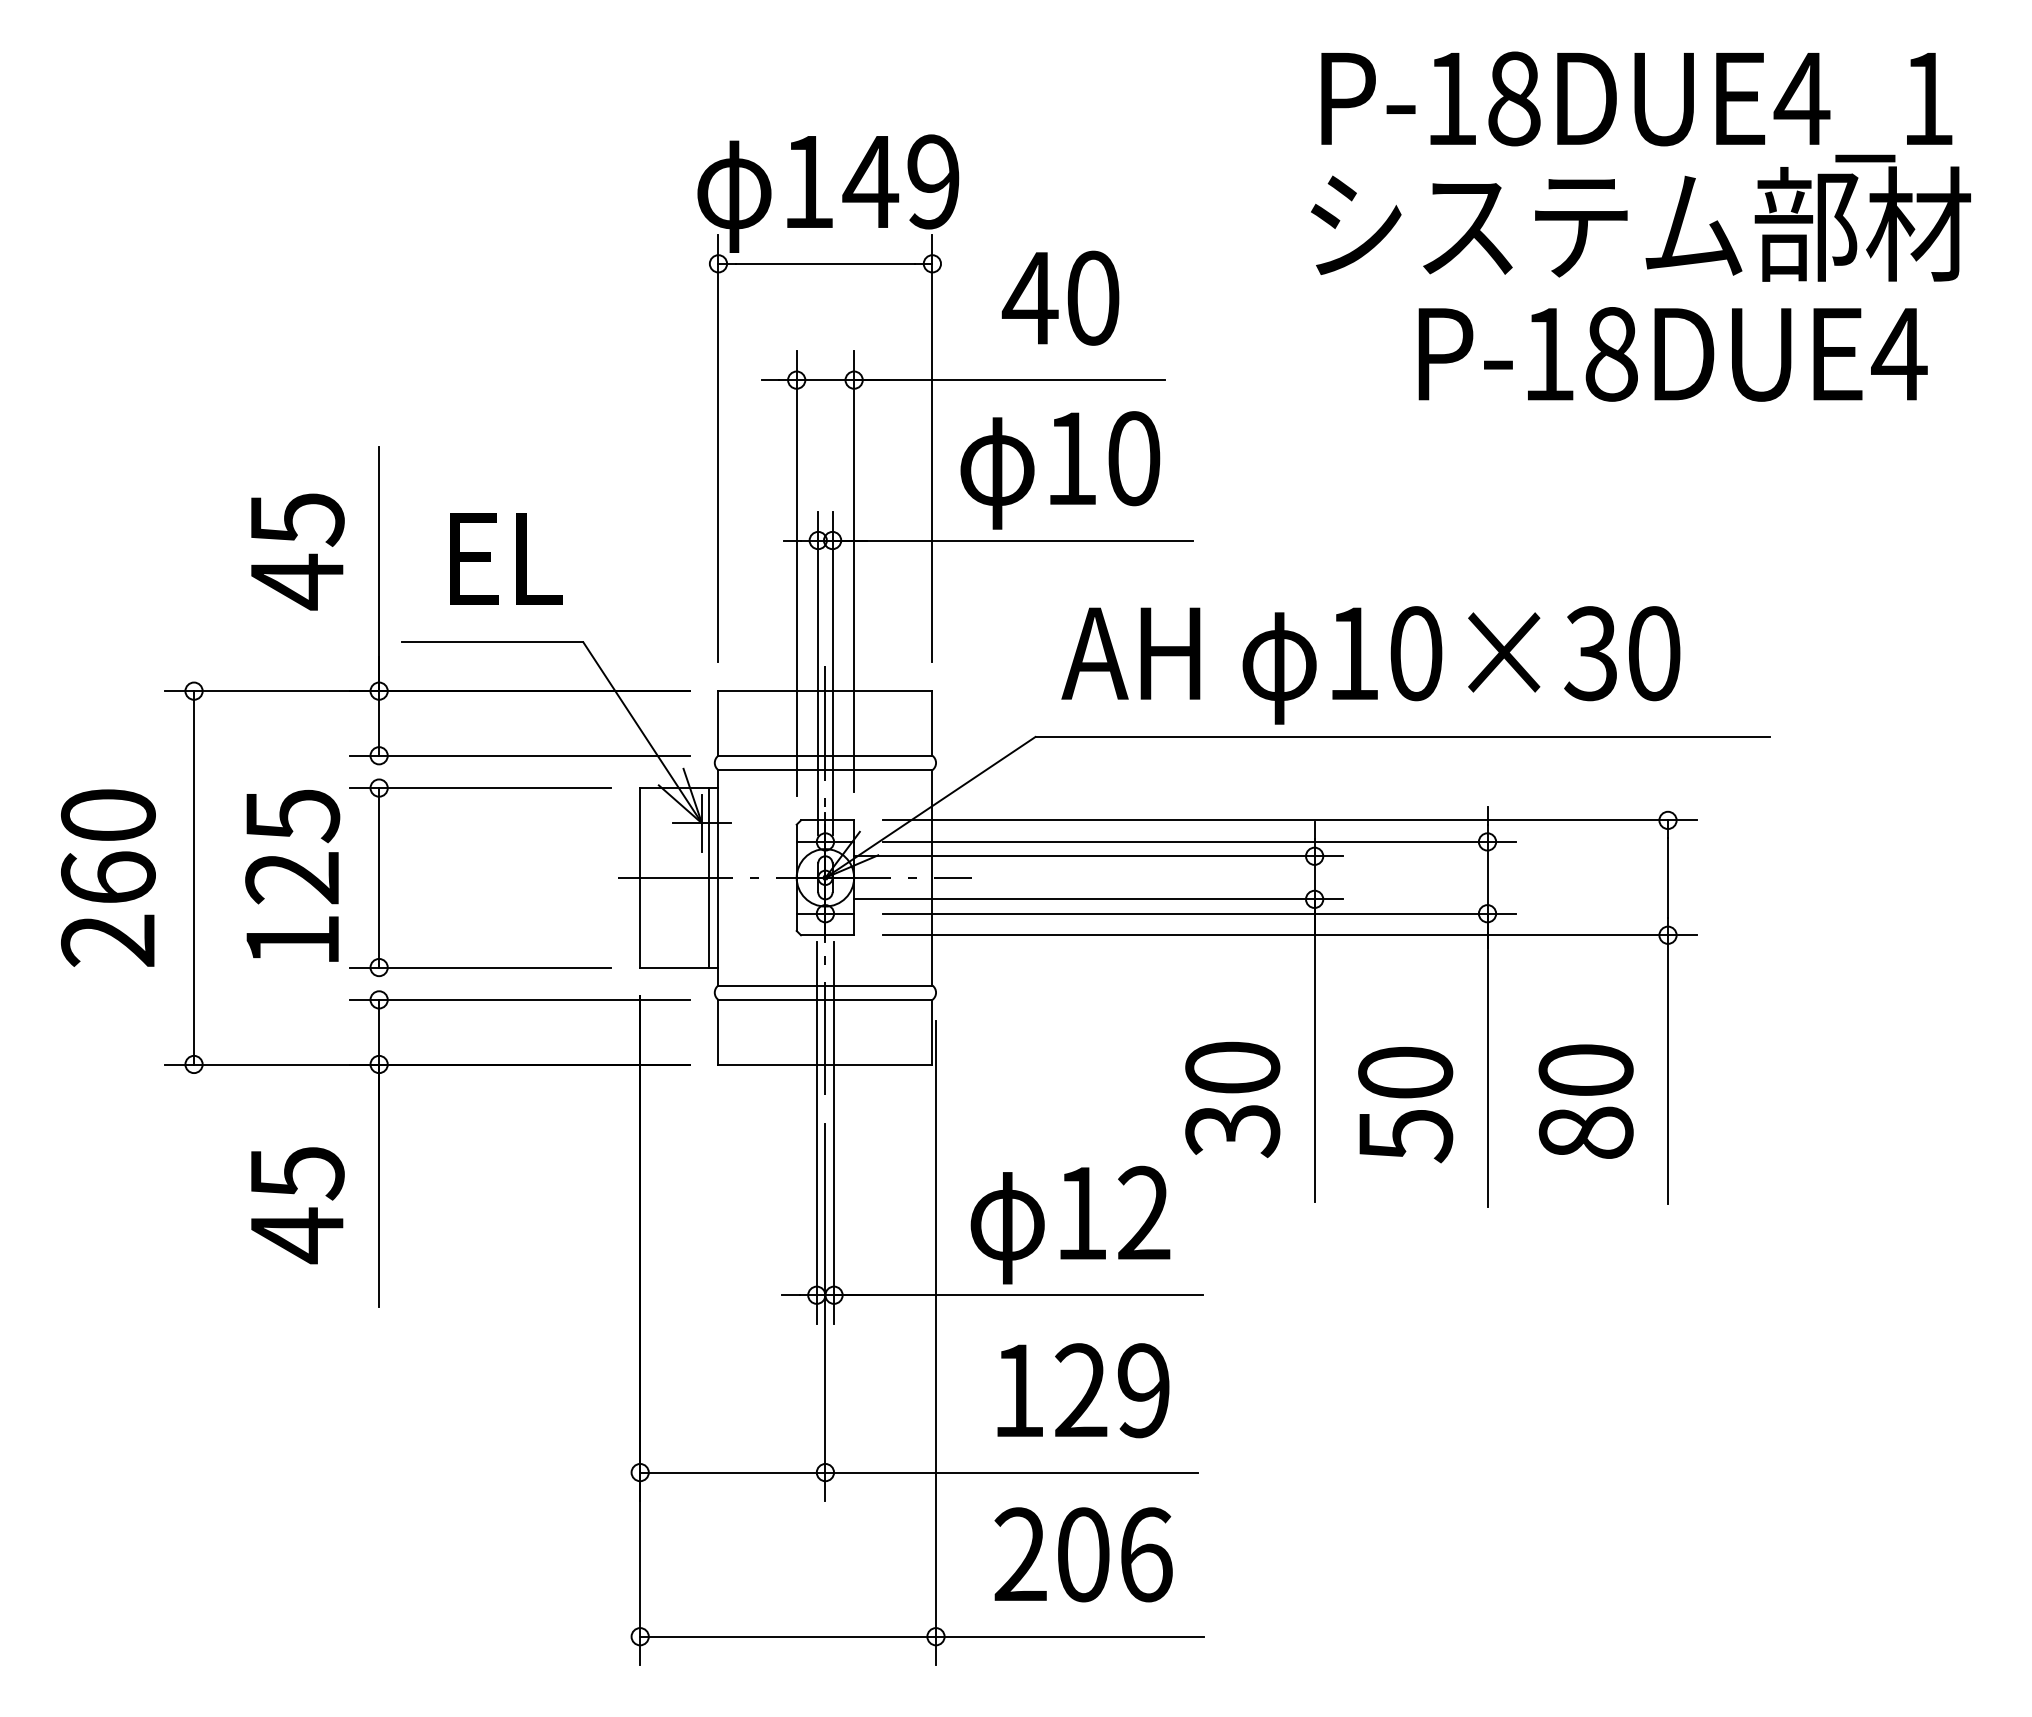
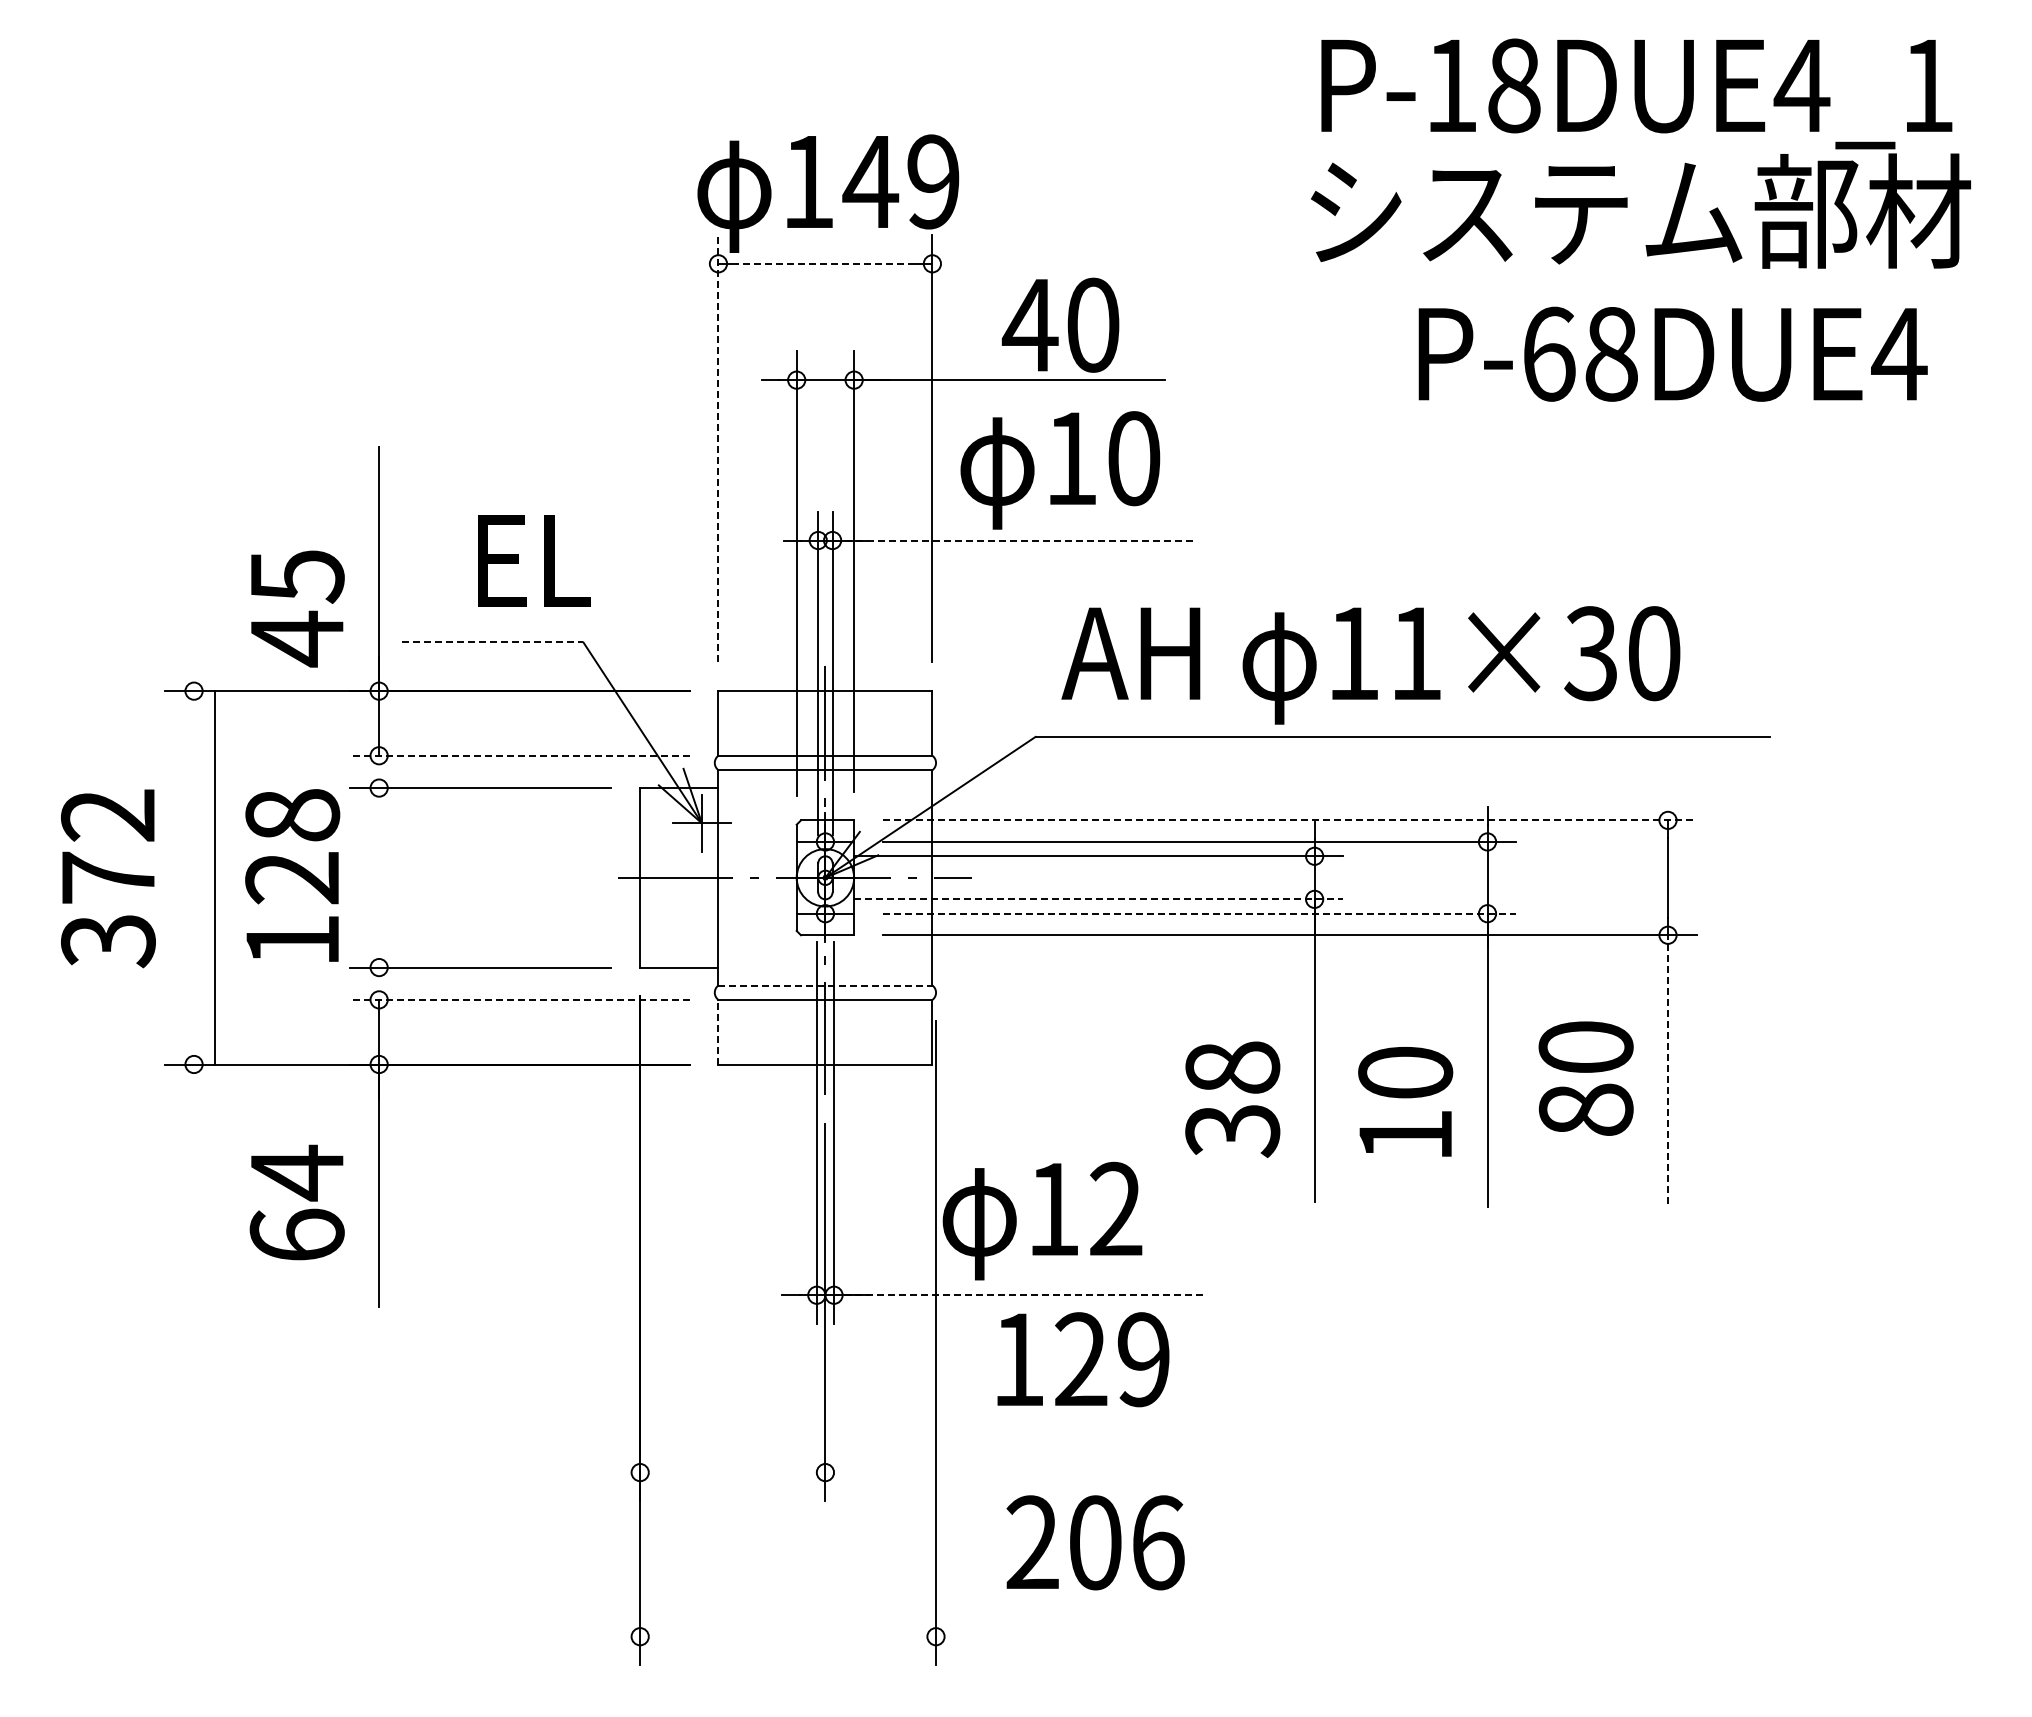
text at (1640, 166) position: (1640, 166) -> (1640, 153)
line at (825, 263): solid -> dashed
text at (1060, 297) position: (1060, 297) -> (1060, 324)
text at (1549, 353): P-18DUE4 -> P-68DUE4
line at (718, 448): solid -> dashed
line at (1012, 540): solid -> dashed
text at (297, 551) position: (297, 551) -> (297, 608)
text at (506, 558) position: (506, 558) -> (534, 560)
line at (492, 642): solid -> dashed
text at (1416, 653): 10×30 -> 11×30
line at (520, 755): solid -> dashed
text at (292, 816): 125 -> 128
line at (1289, 820): solid -> dashed
line at (194, 877) position: (194, 877) -> (215, 877)
line at (379, 877): present -> none
line at (709, 877): present -> none
text at (108, 878): 260 -> 372
line at (1098, 899): solid -> dashed
line at (1199, 913): solid -> dashed
line at (825, 985): solid -> dashed
line at (520, 999): solid -> dashed
line at (718, 1031): solid -> dashed
text at (1232, 1067): 30 -> 38
line at (1668, 1069): solid -> dashed
text at (1585, 1101) position: (1585, 1101) -> (1585, 1078)
text at (1406, 1136): 50 -> 10
text at (296, 1204): 45 -> 64
text at (1070, 1224) position: (1070, 1224) -> (1042, 1220)
line at (1017, 1295): solid -> dashed
text at (1083, 1390) position: (1083, 1390) -> (1083, 1359)
line at (919, 1472): present -> none
text at (1083, 1554) position: (1083, 1554) -> (1095, 1542)
line at (922, 1636): present -> none
